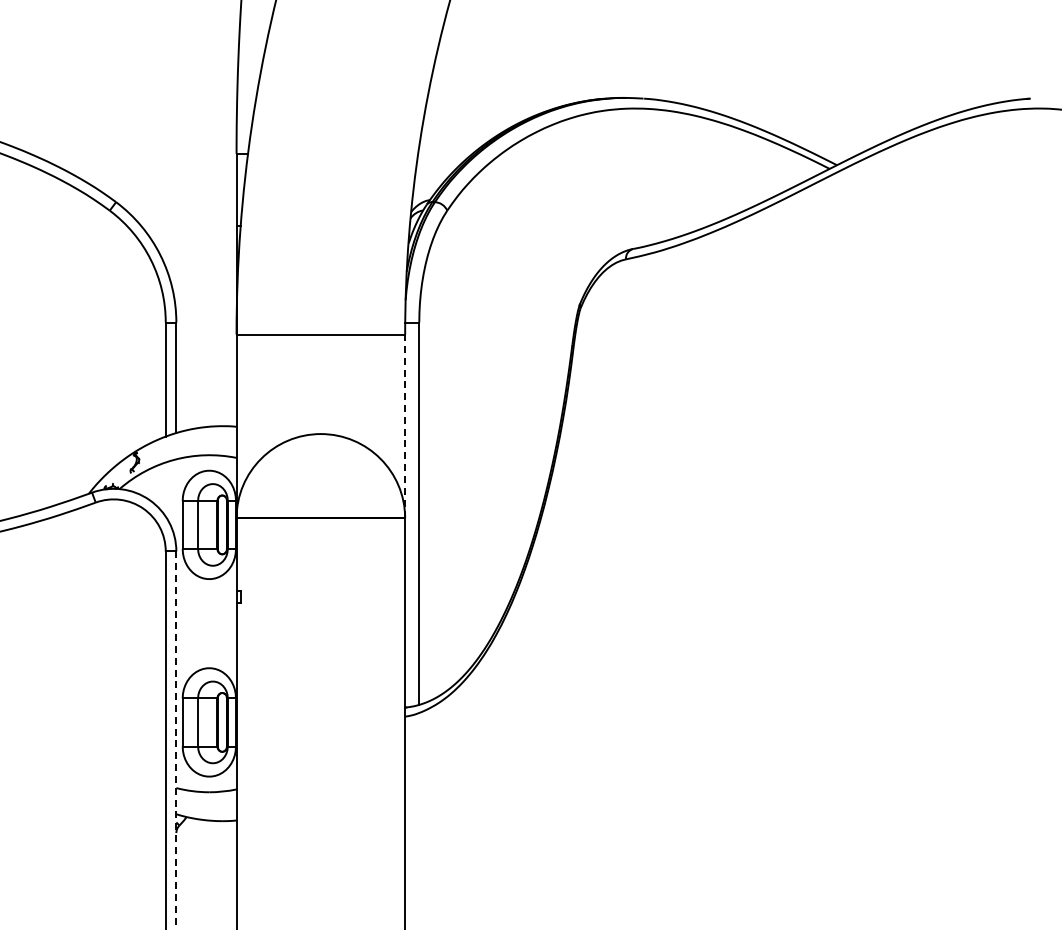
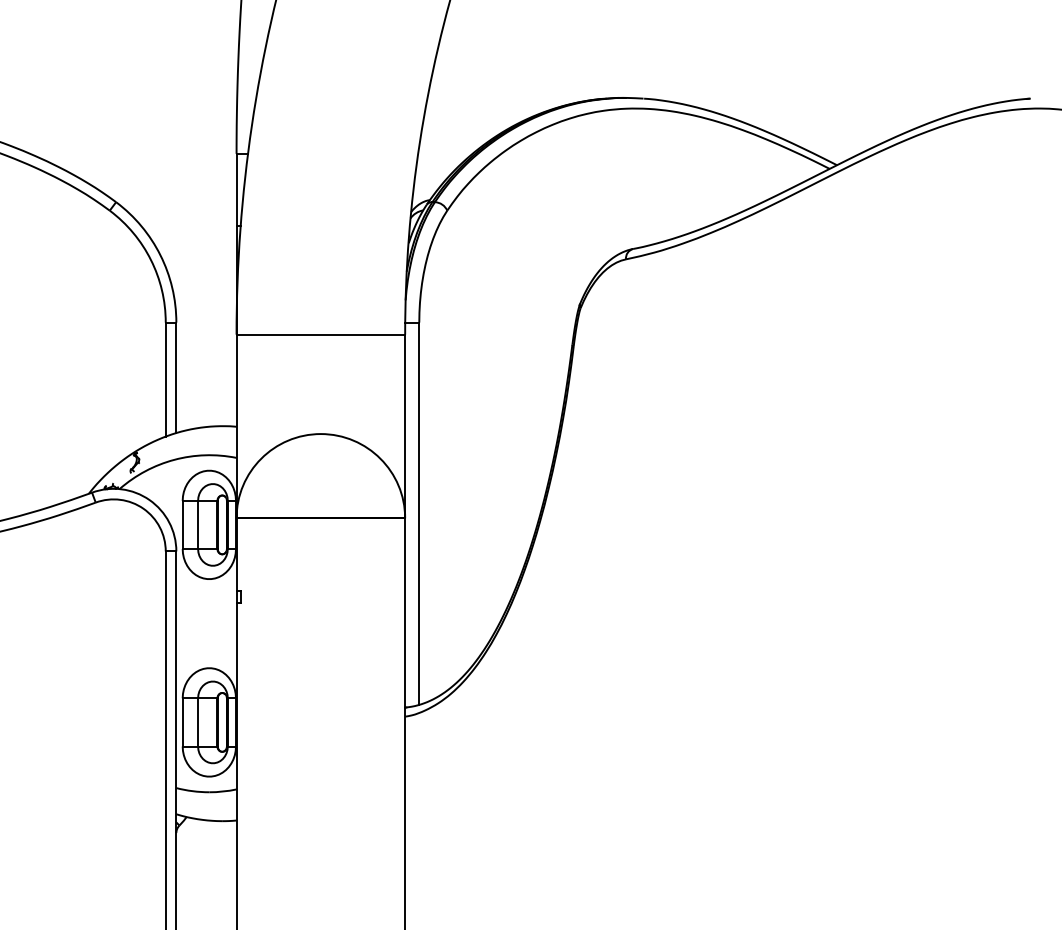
line at (405, 426): dashed -> solid
line at (176, 740): dashed -> solid
